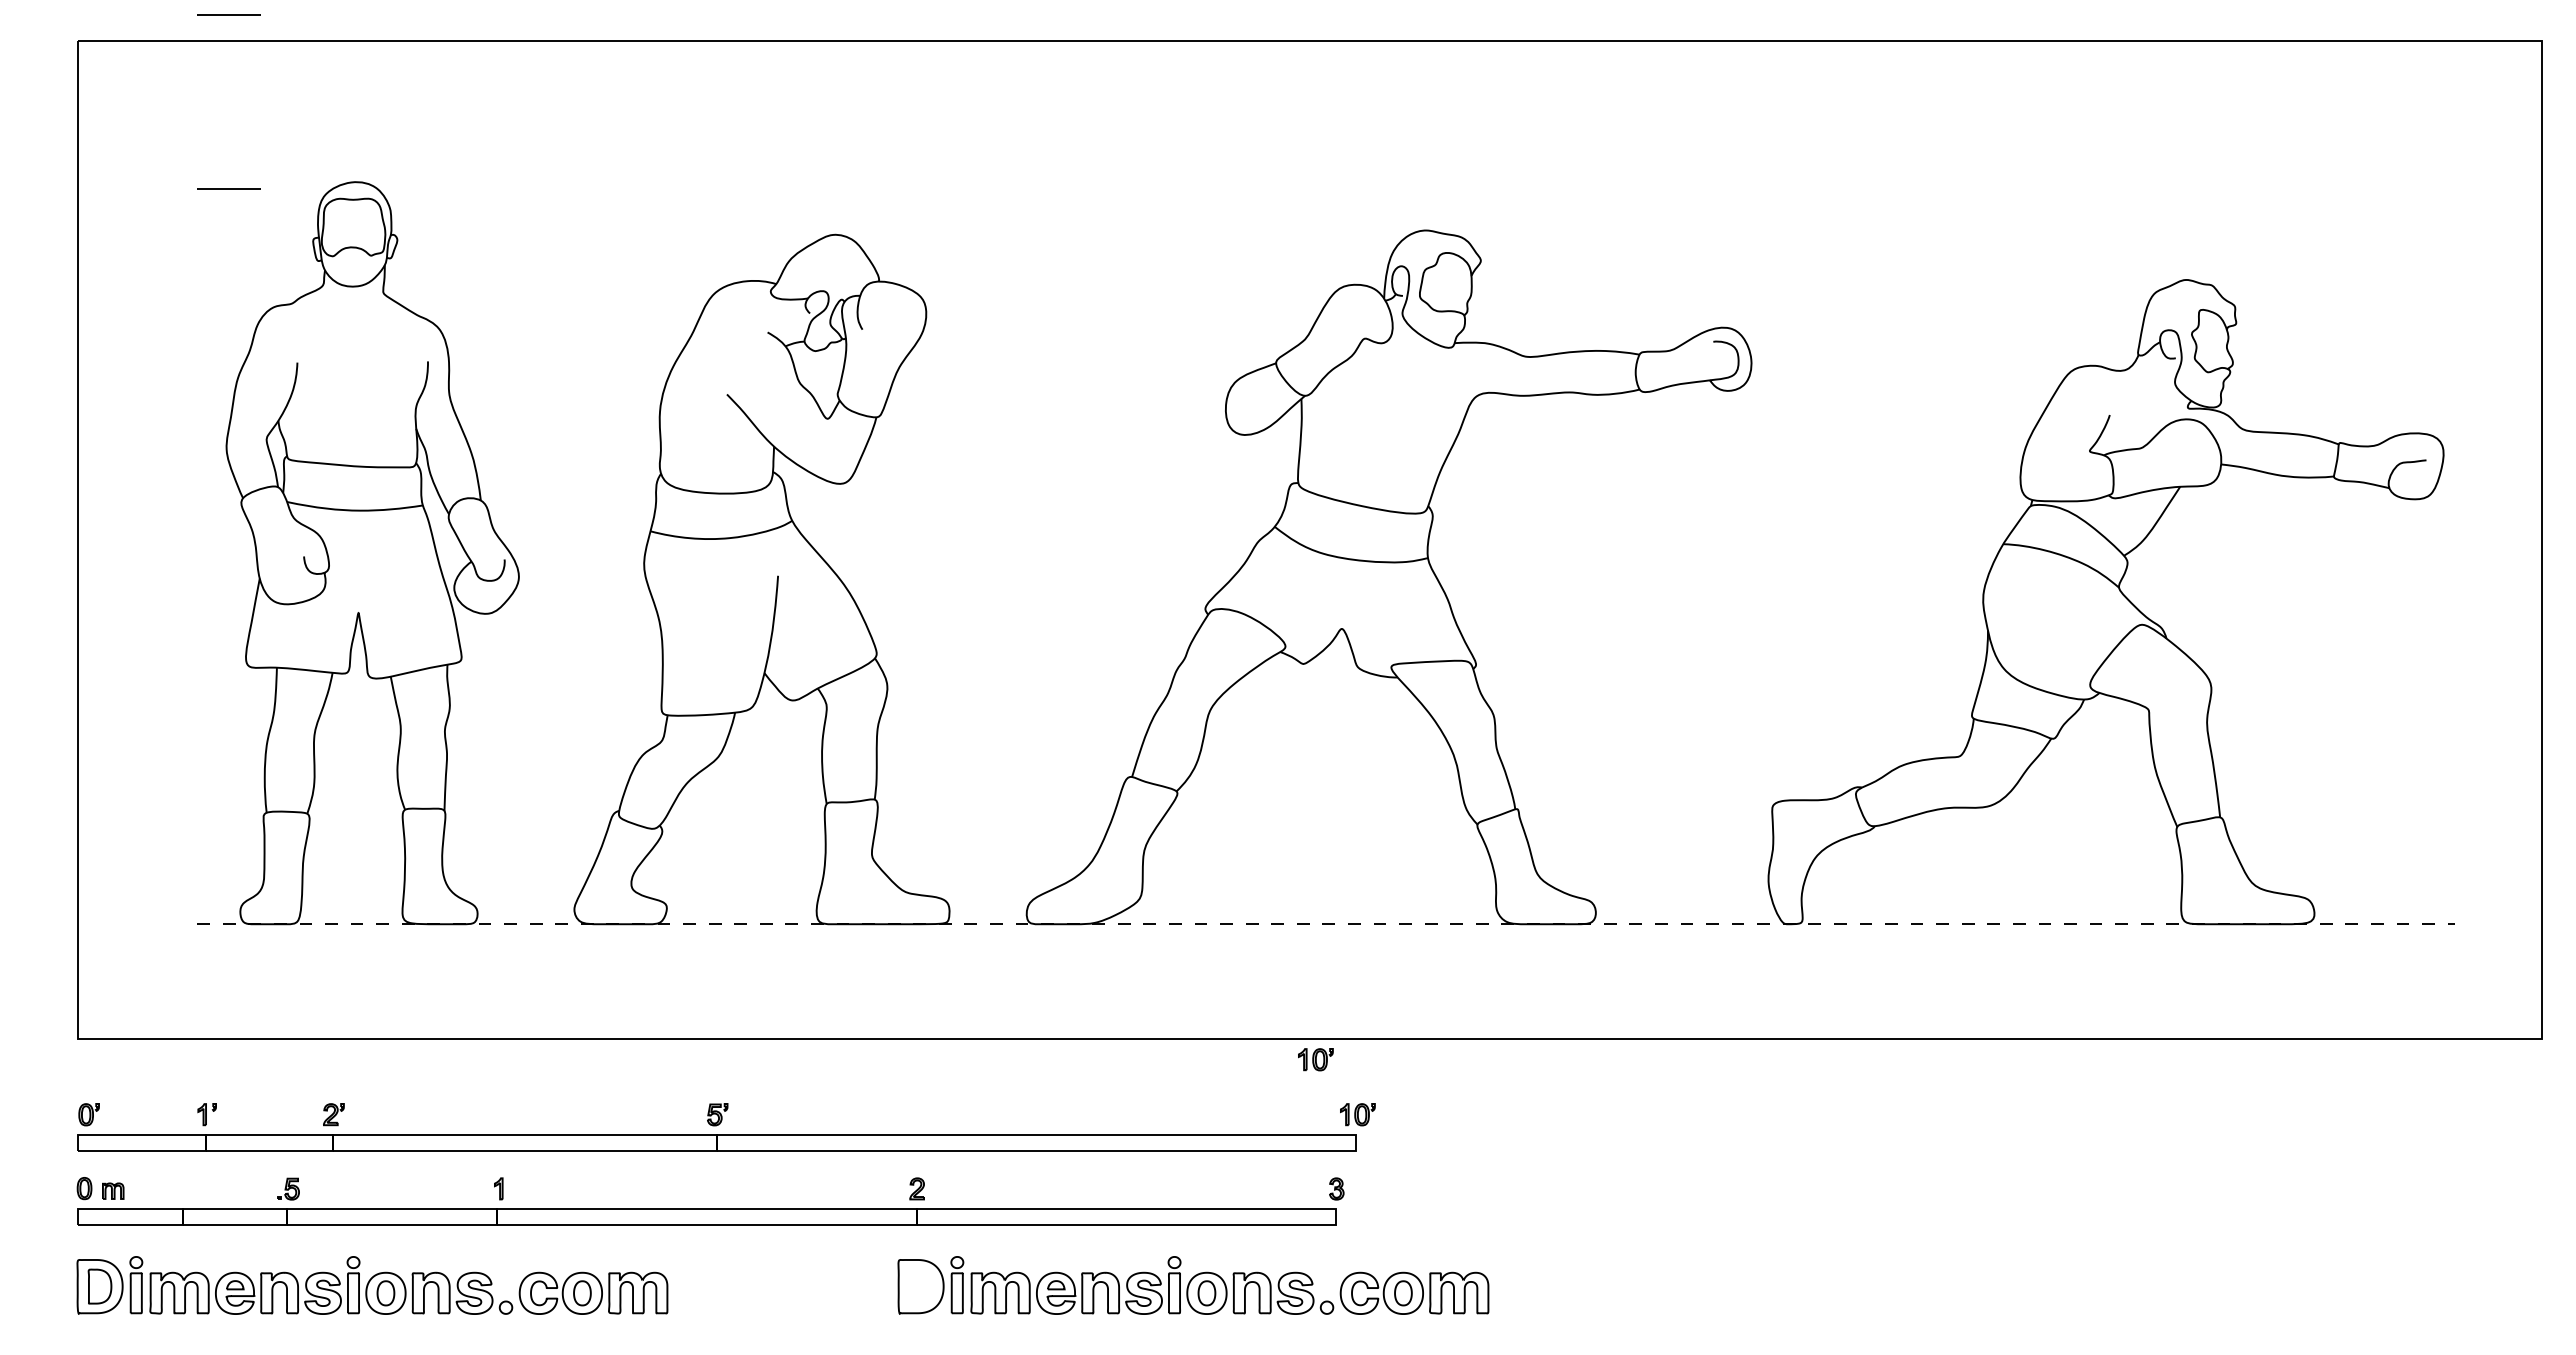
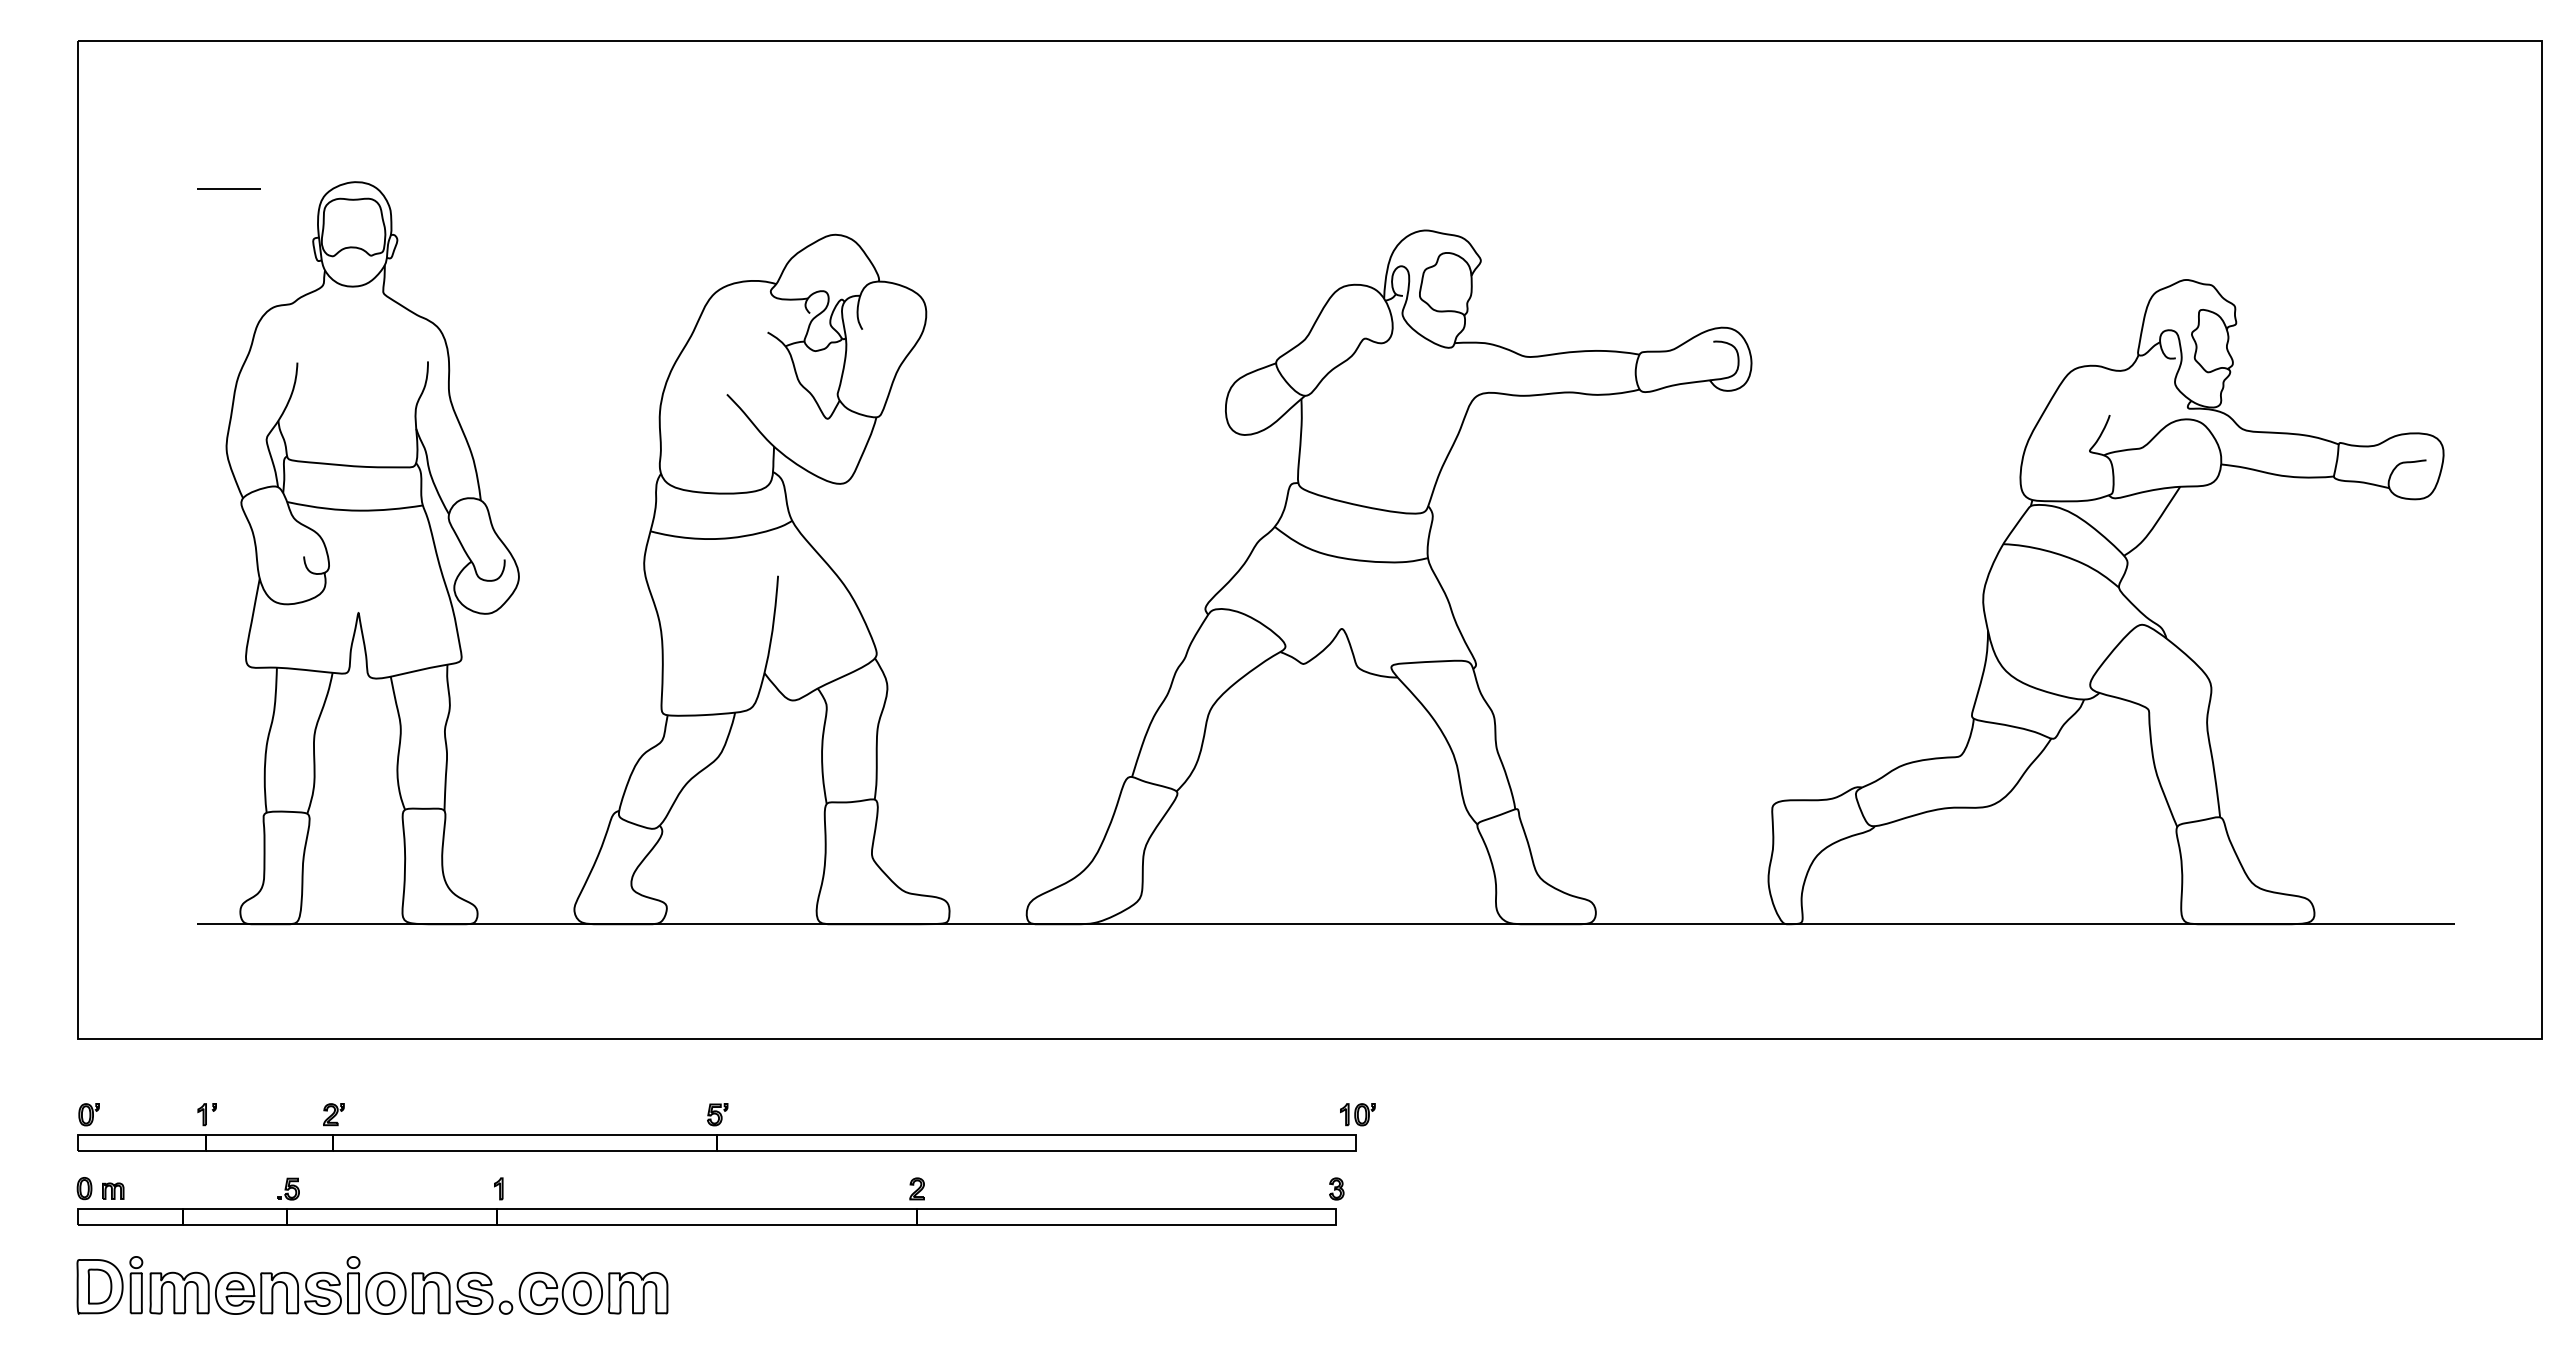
line at (228, 14): present -> none
line at (1326, 924): dashed -> solid
part at (1315, 1059): present -> none
part at (1193, 1285): present -> none
